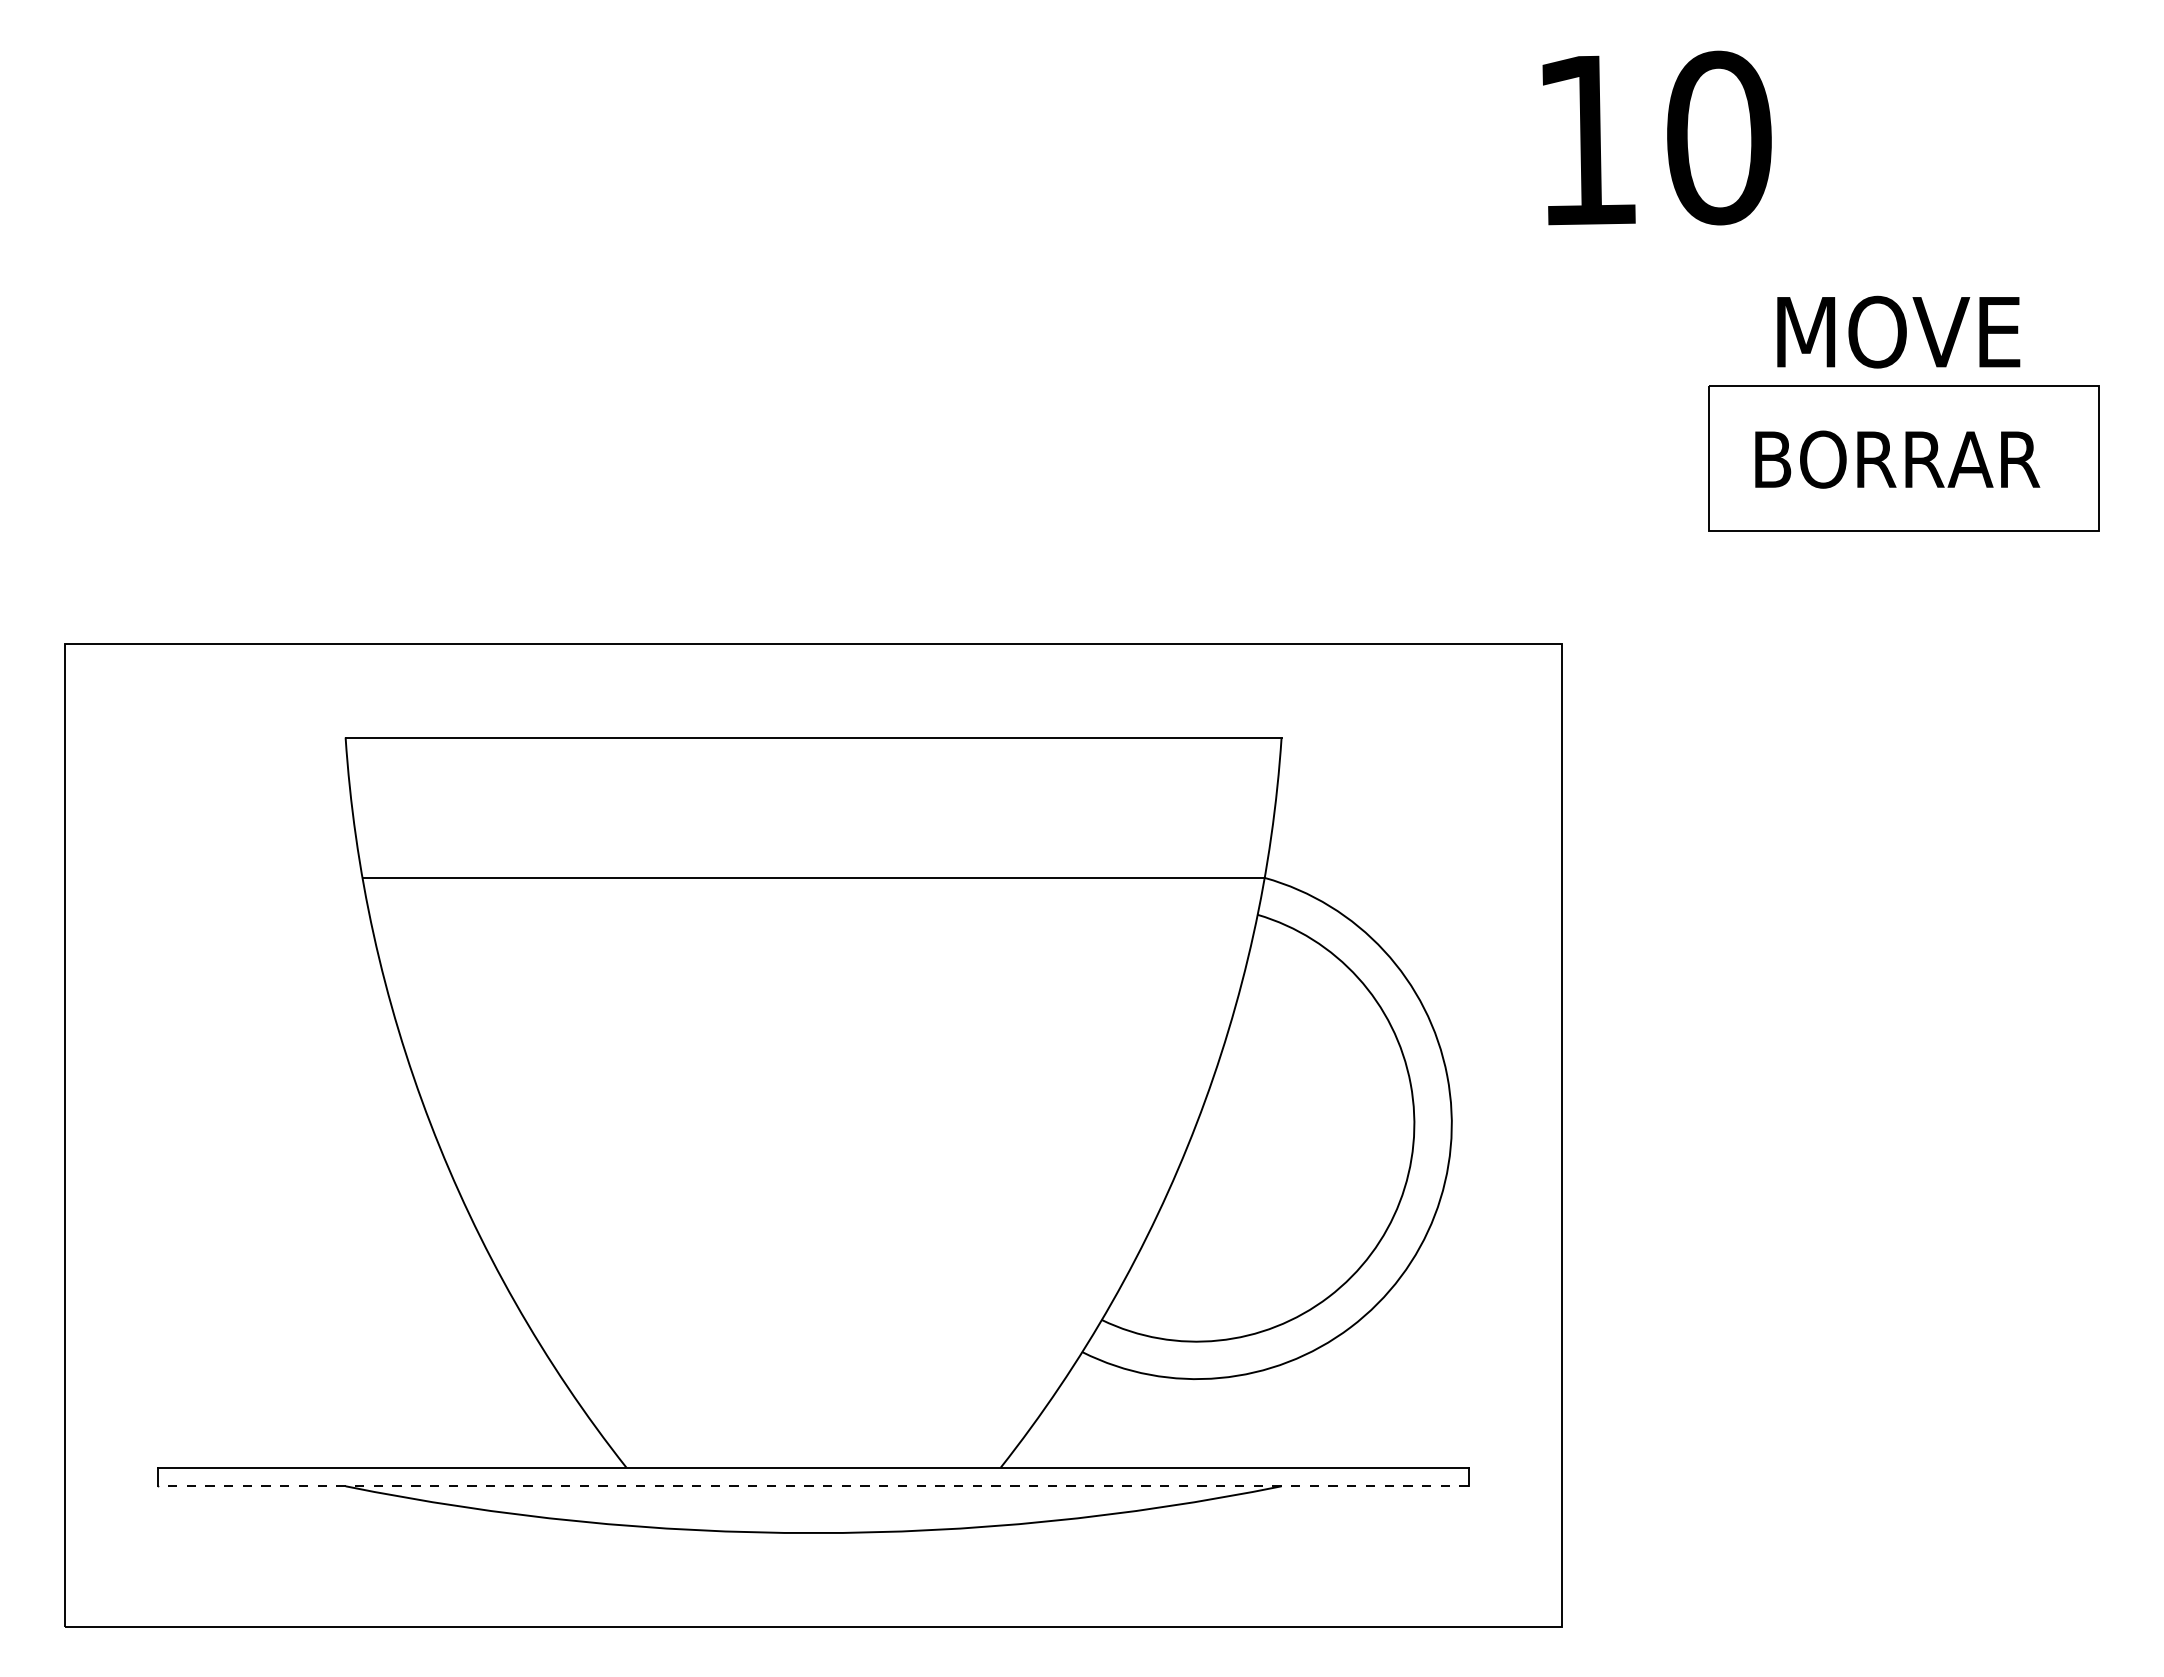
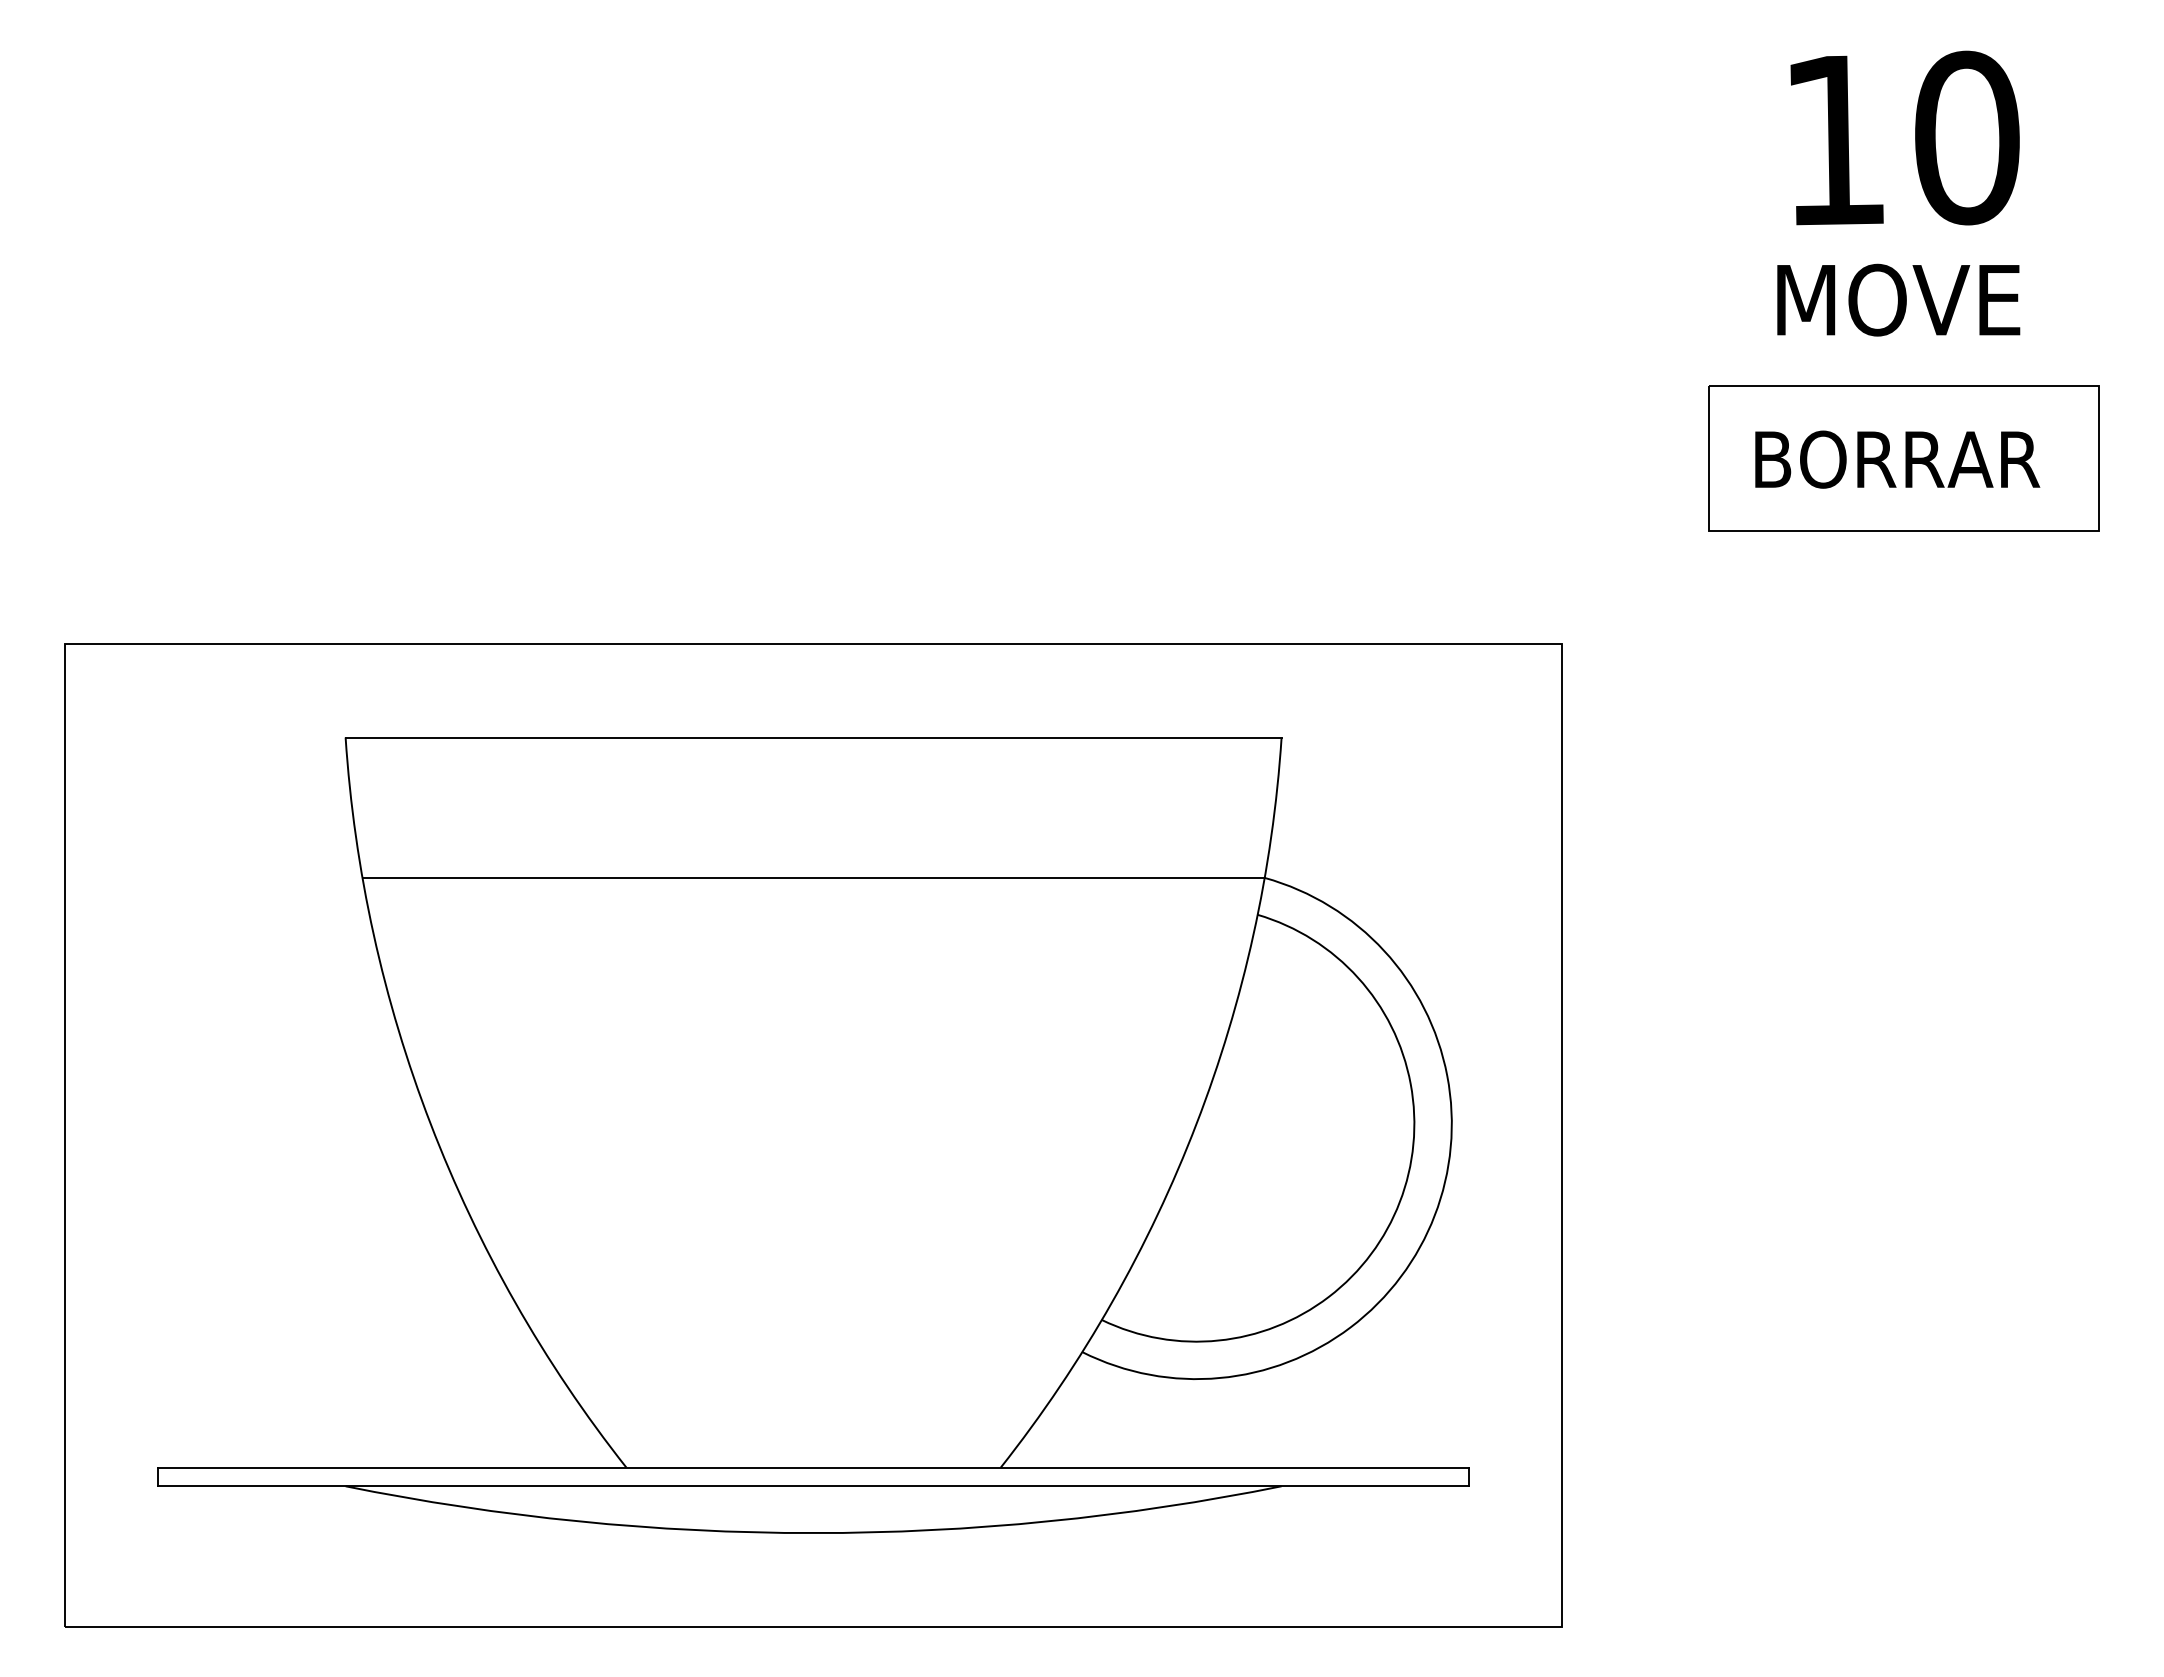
text at (1656, 137) position: (1656, 137) -> (1904, 137)
text at (1898, 331) position: (1898, 331) -> (1898, 299)
line at (813, 1486): dashed -> solid
